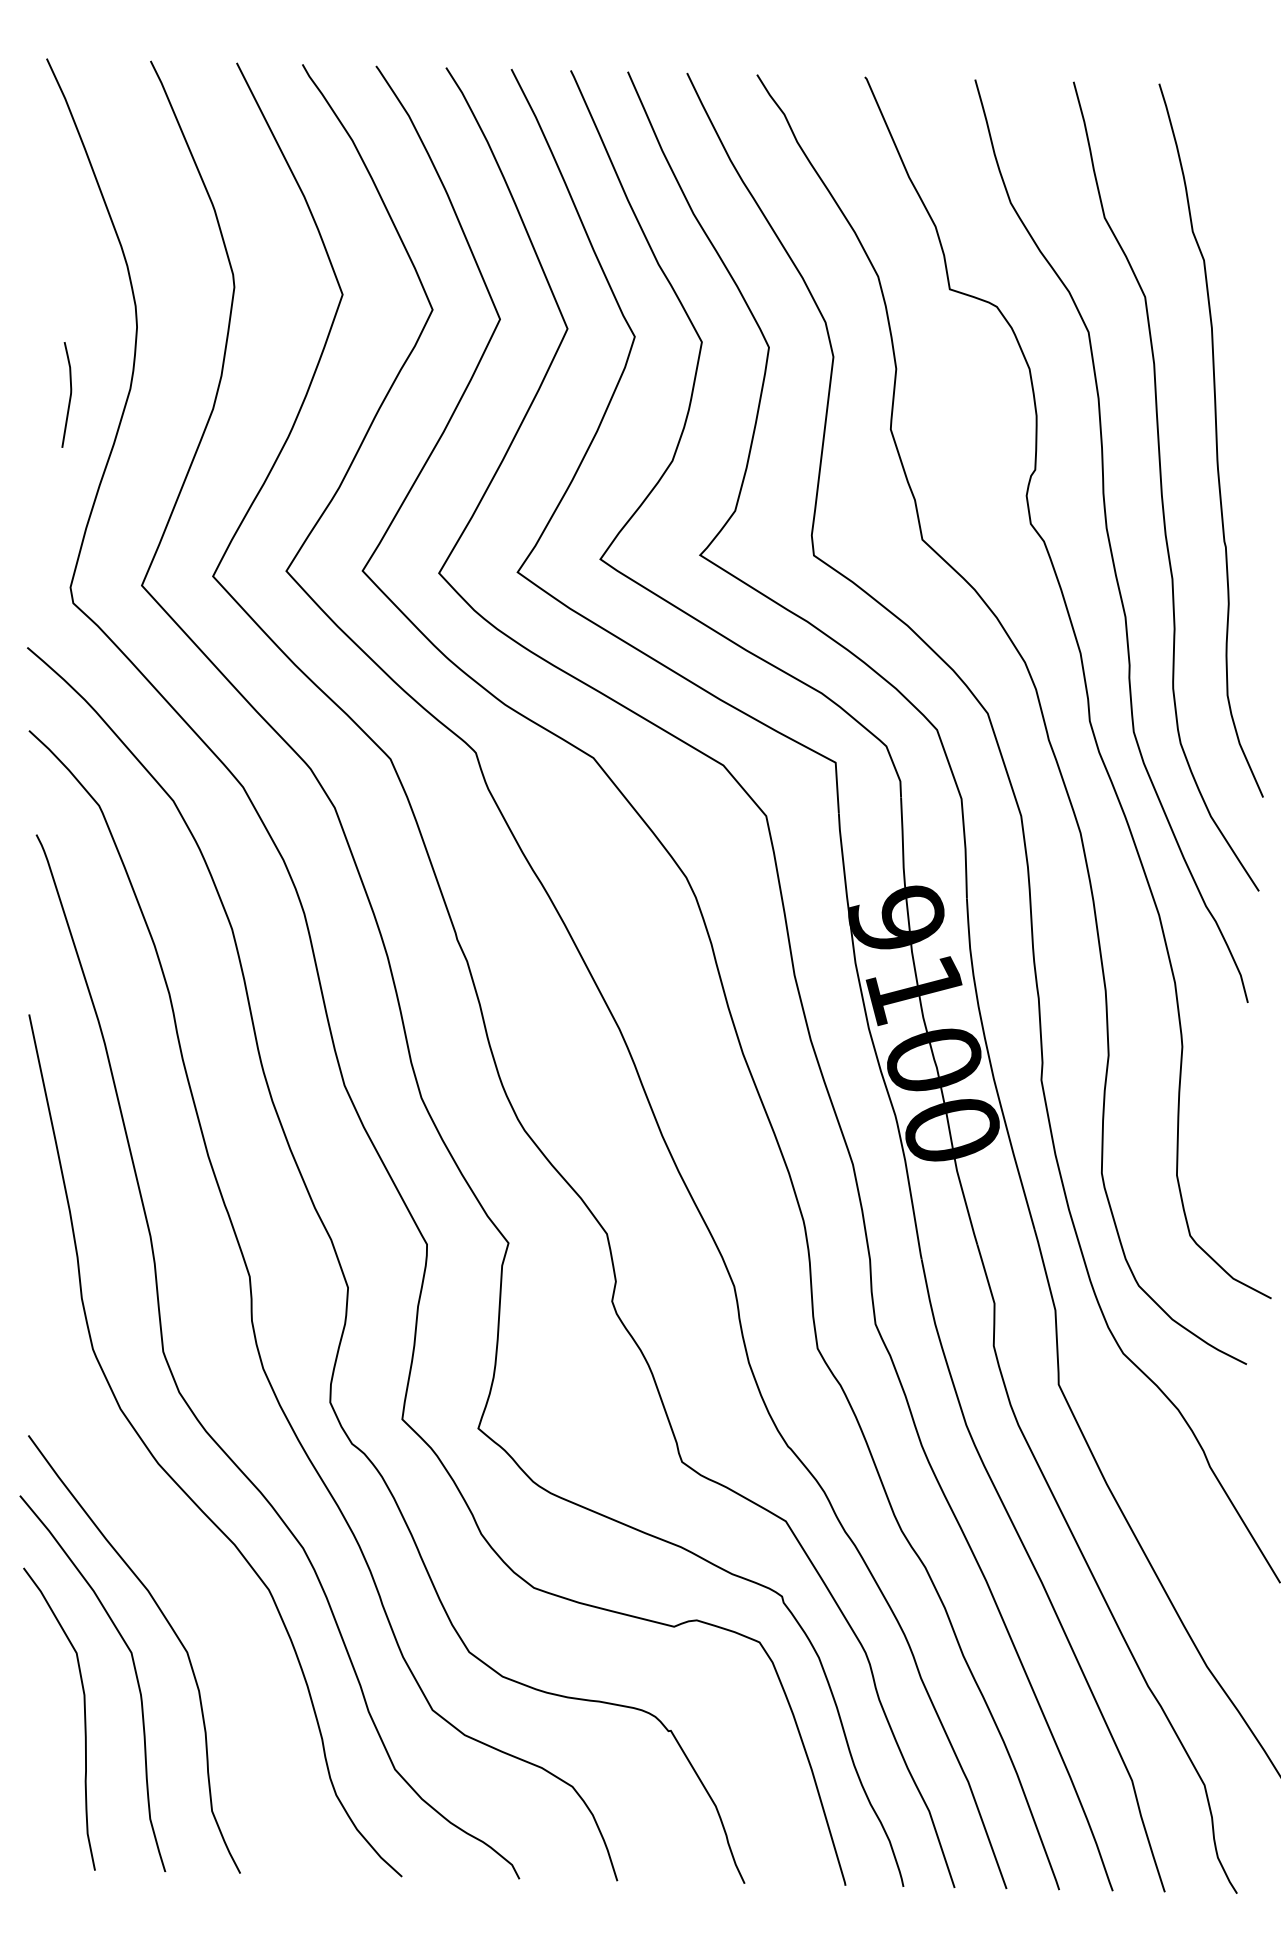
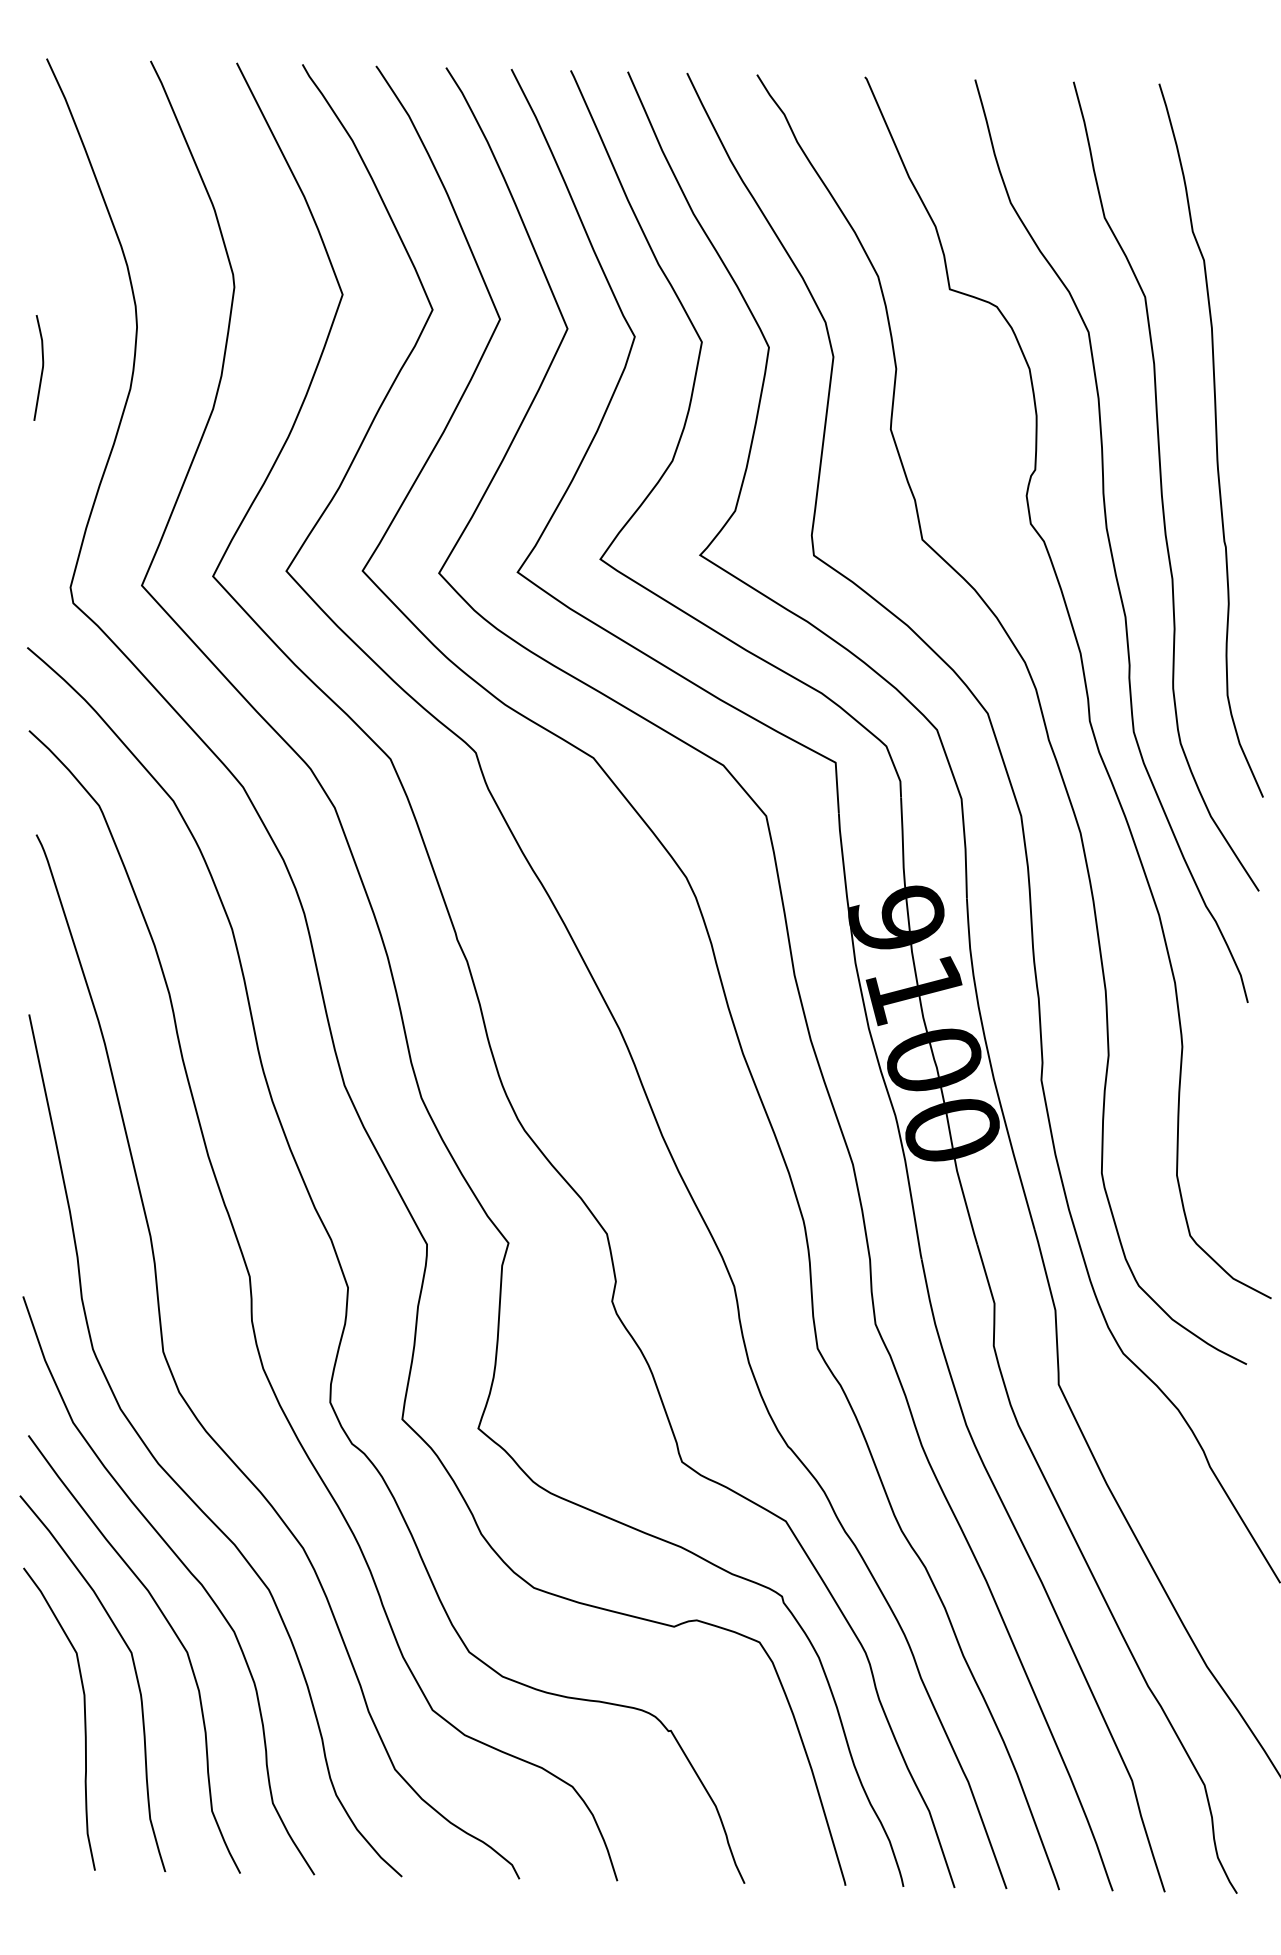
curve at (69, 395) position: (69, 395) -> (41, 368)
curve at (186, 1569): none -> present
